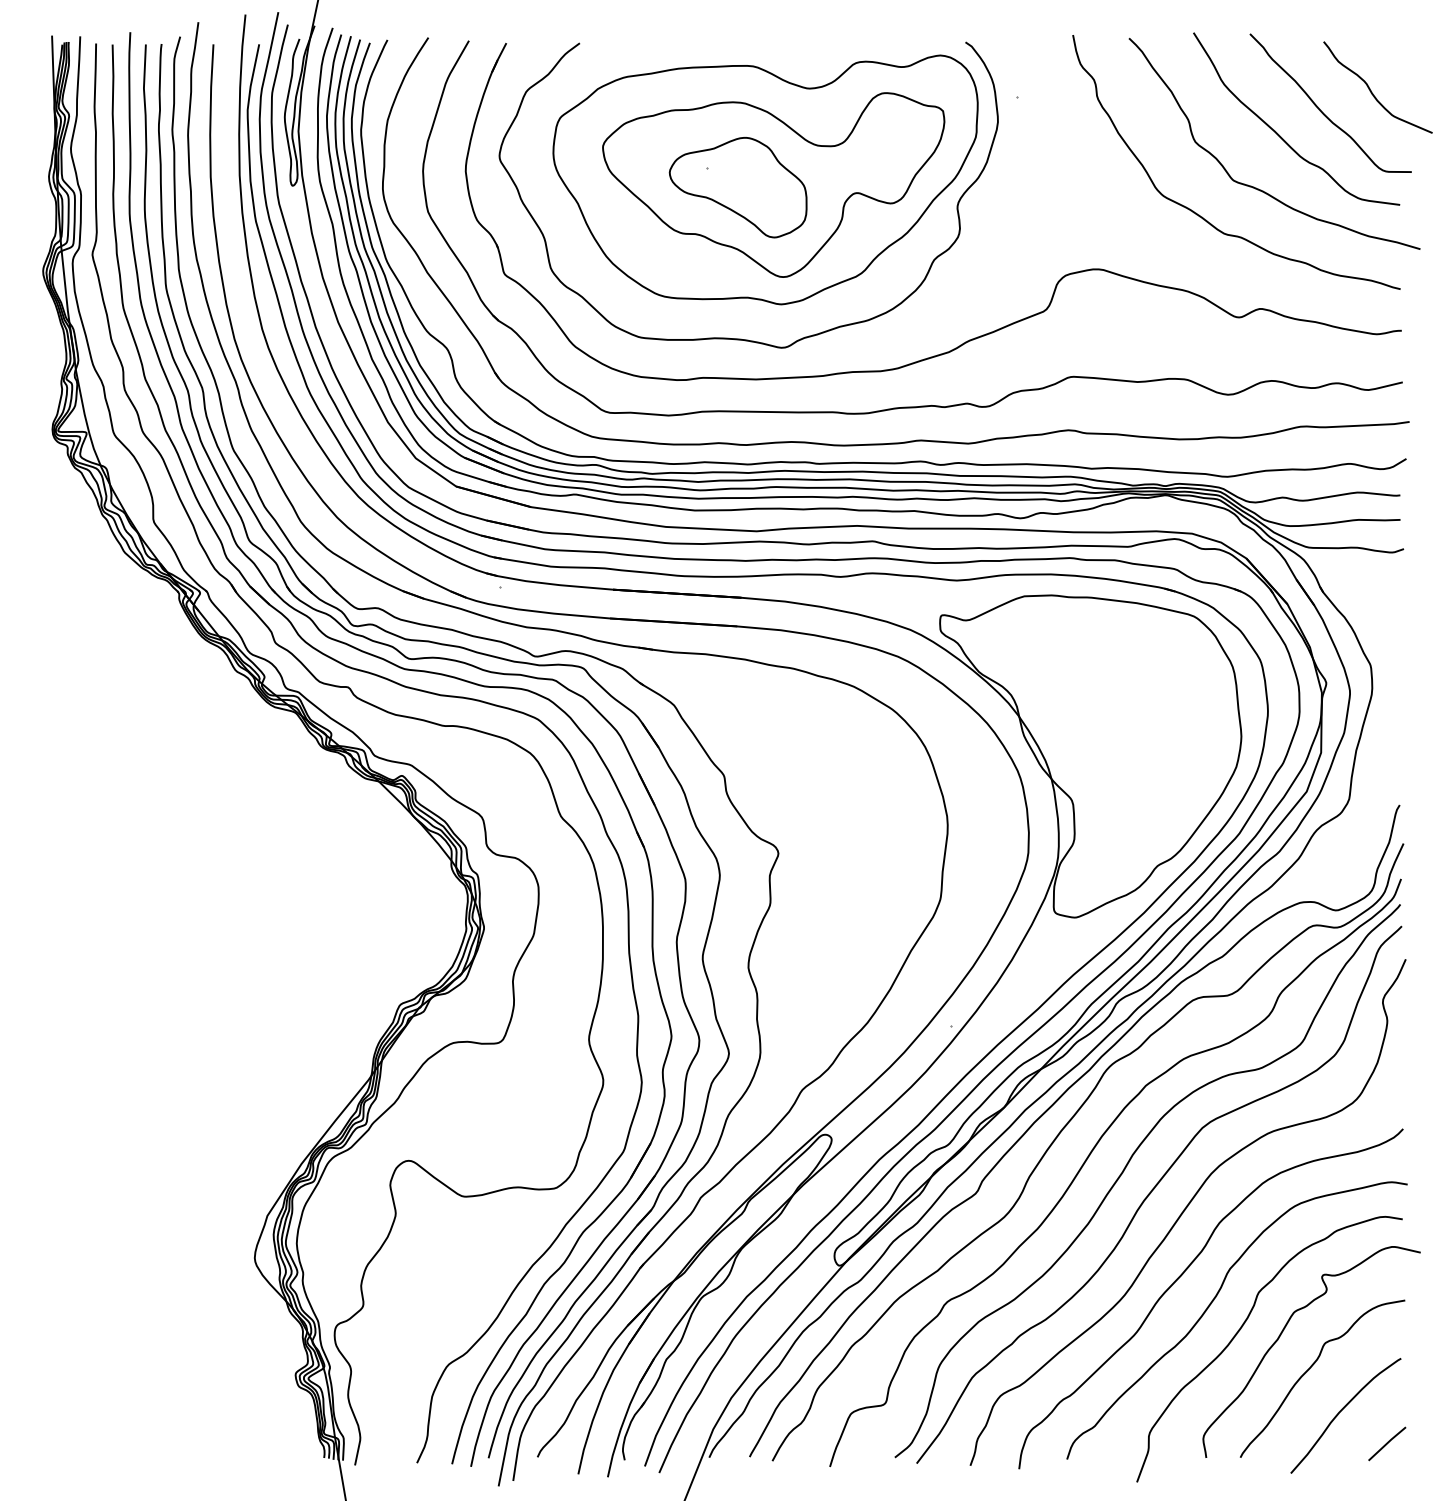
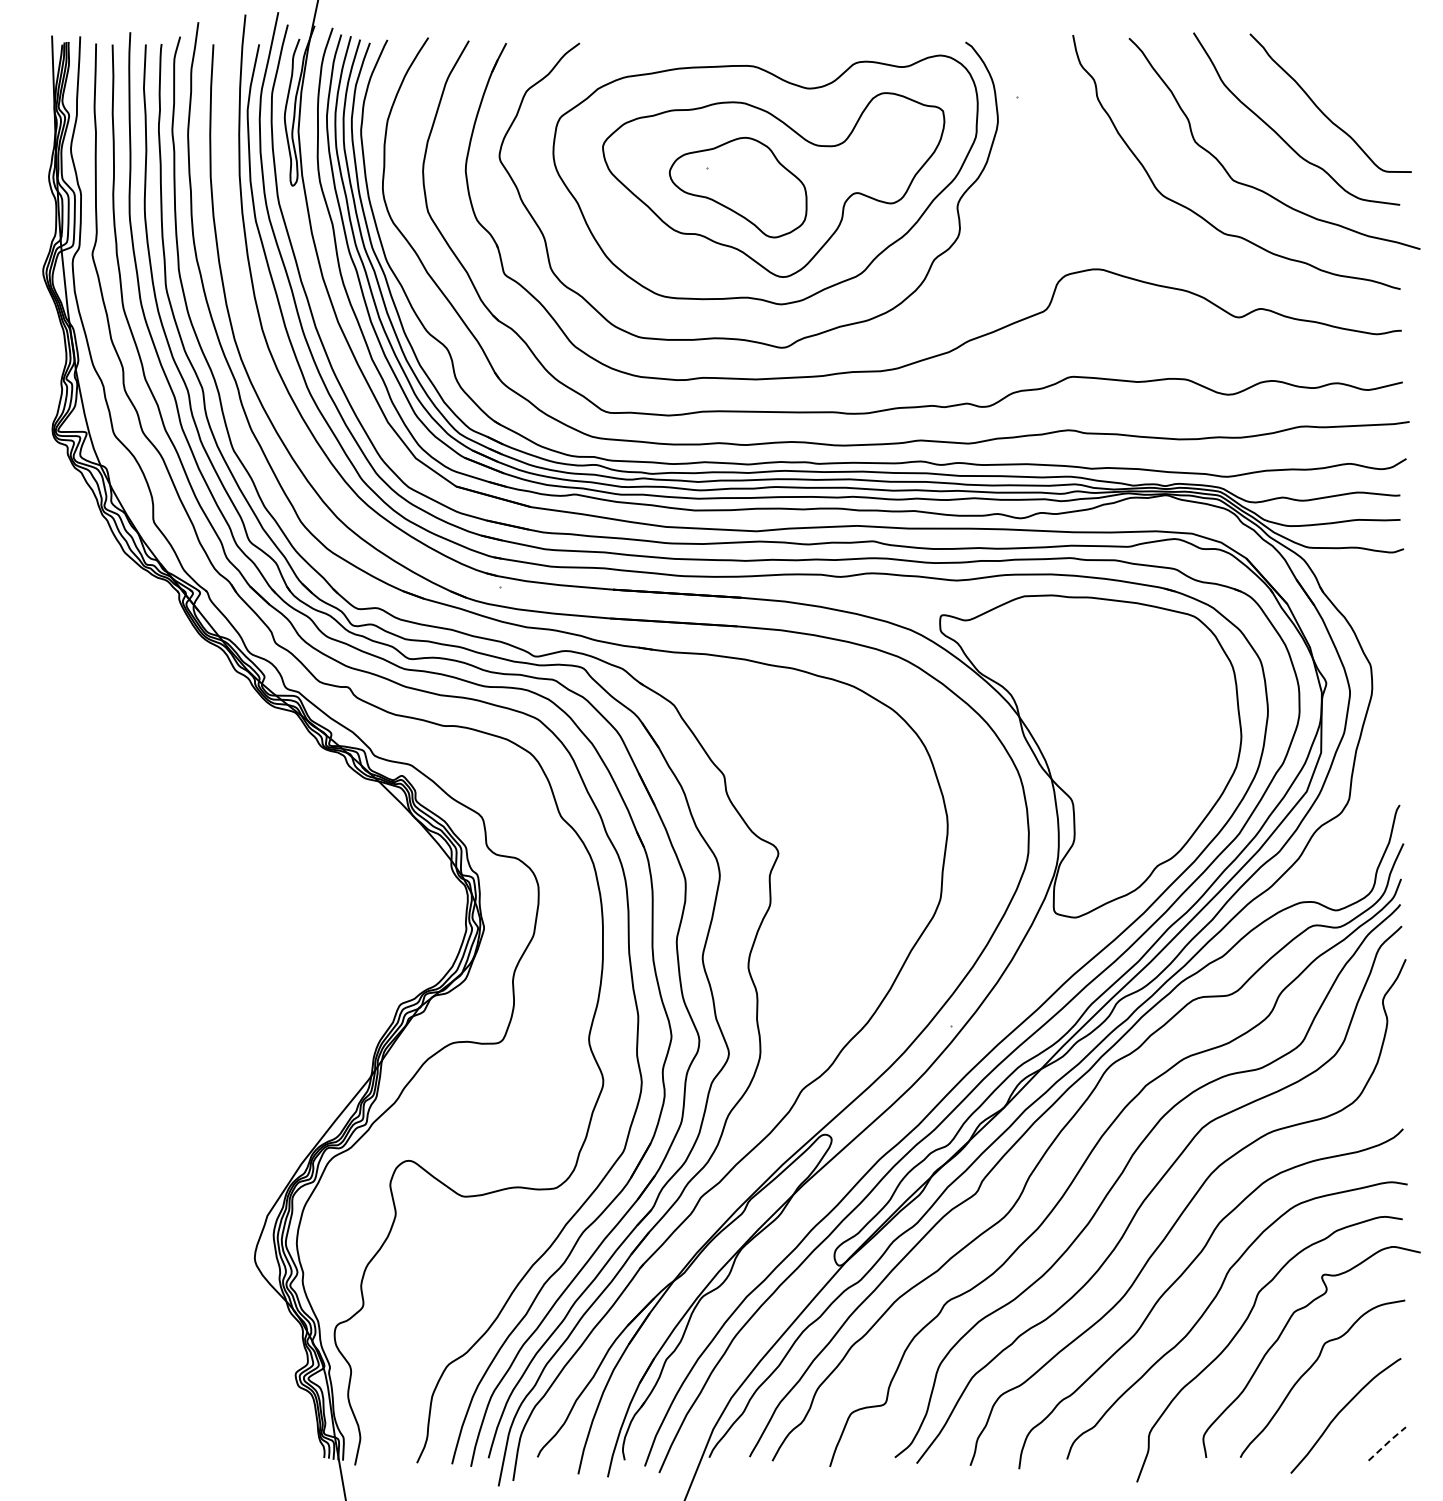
curve at (1371, 90): present -> none
line at (1387, 1442): solid -> dashed
